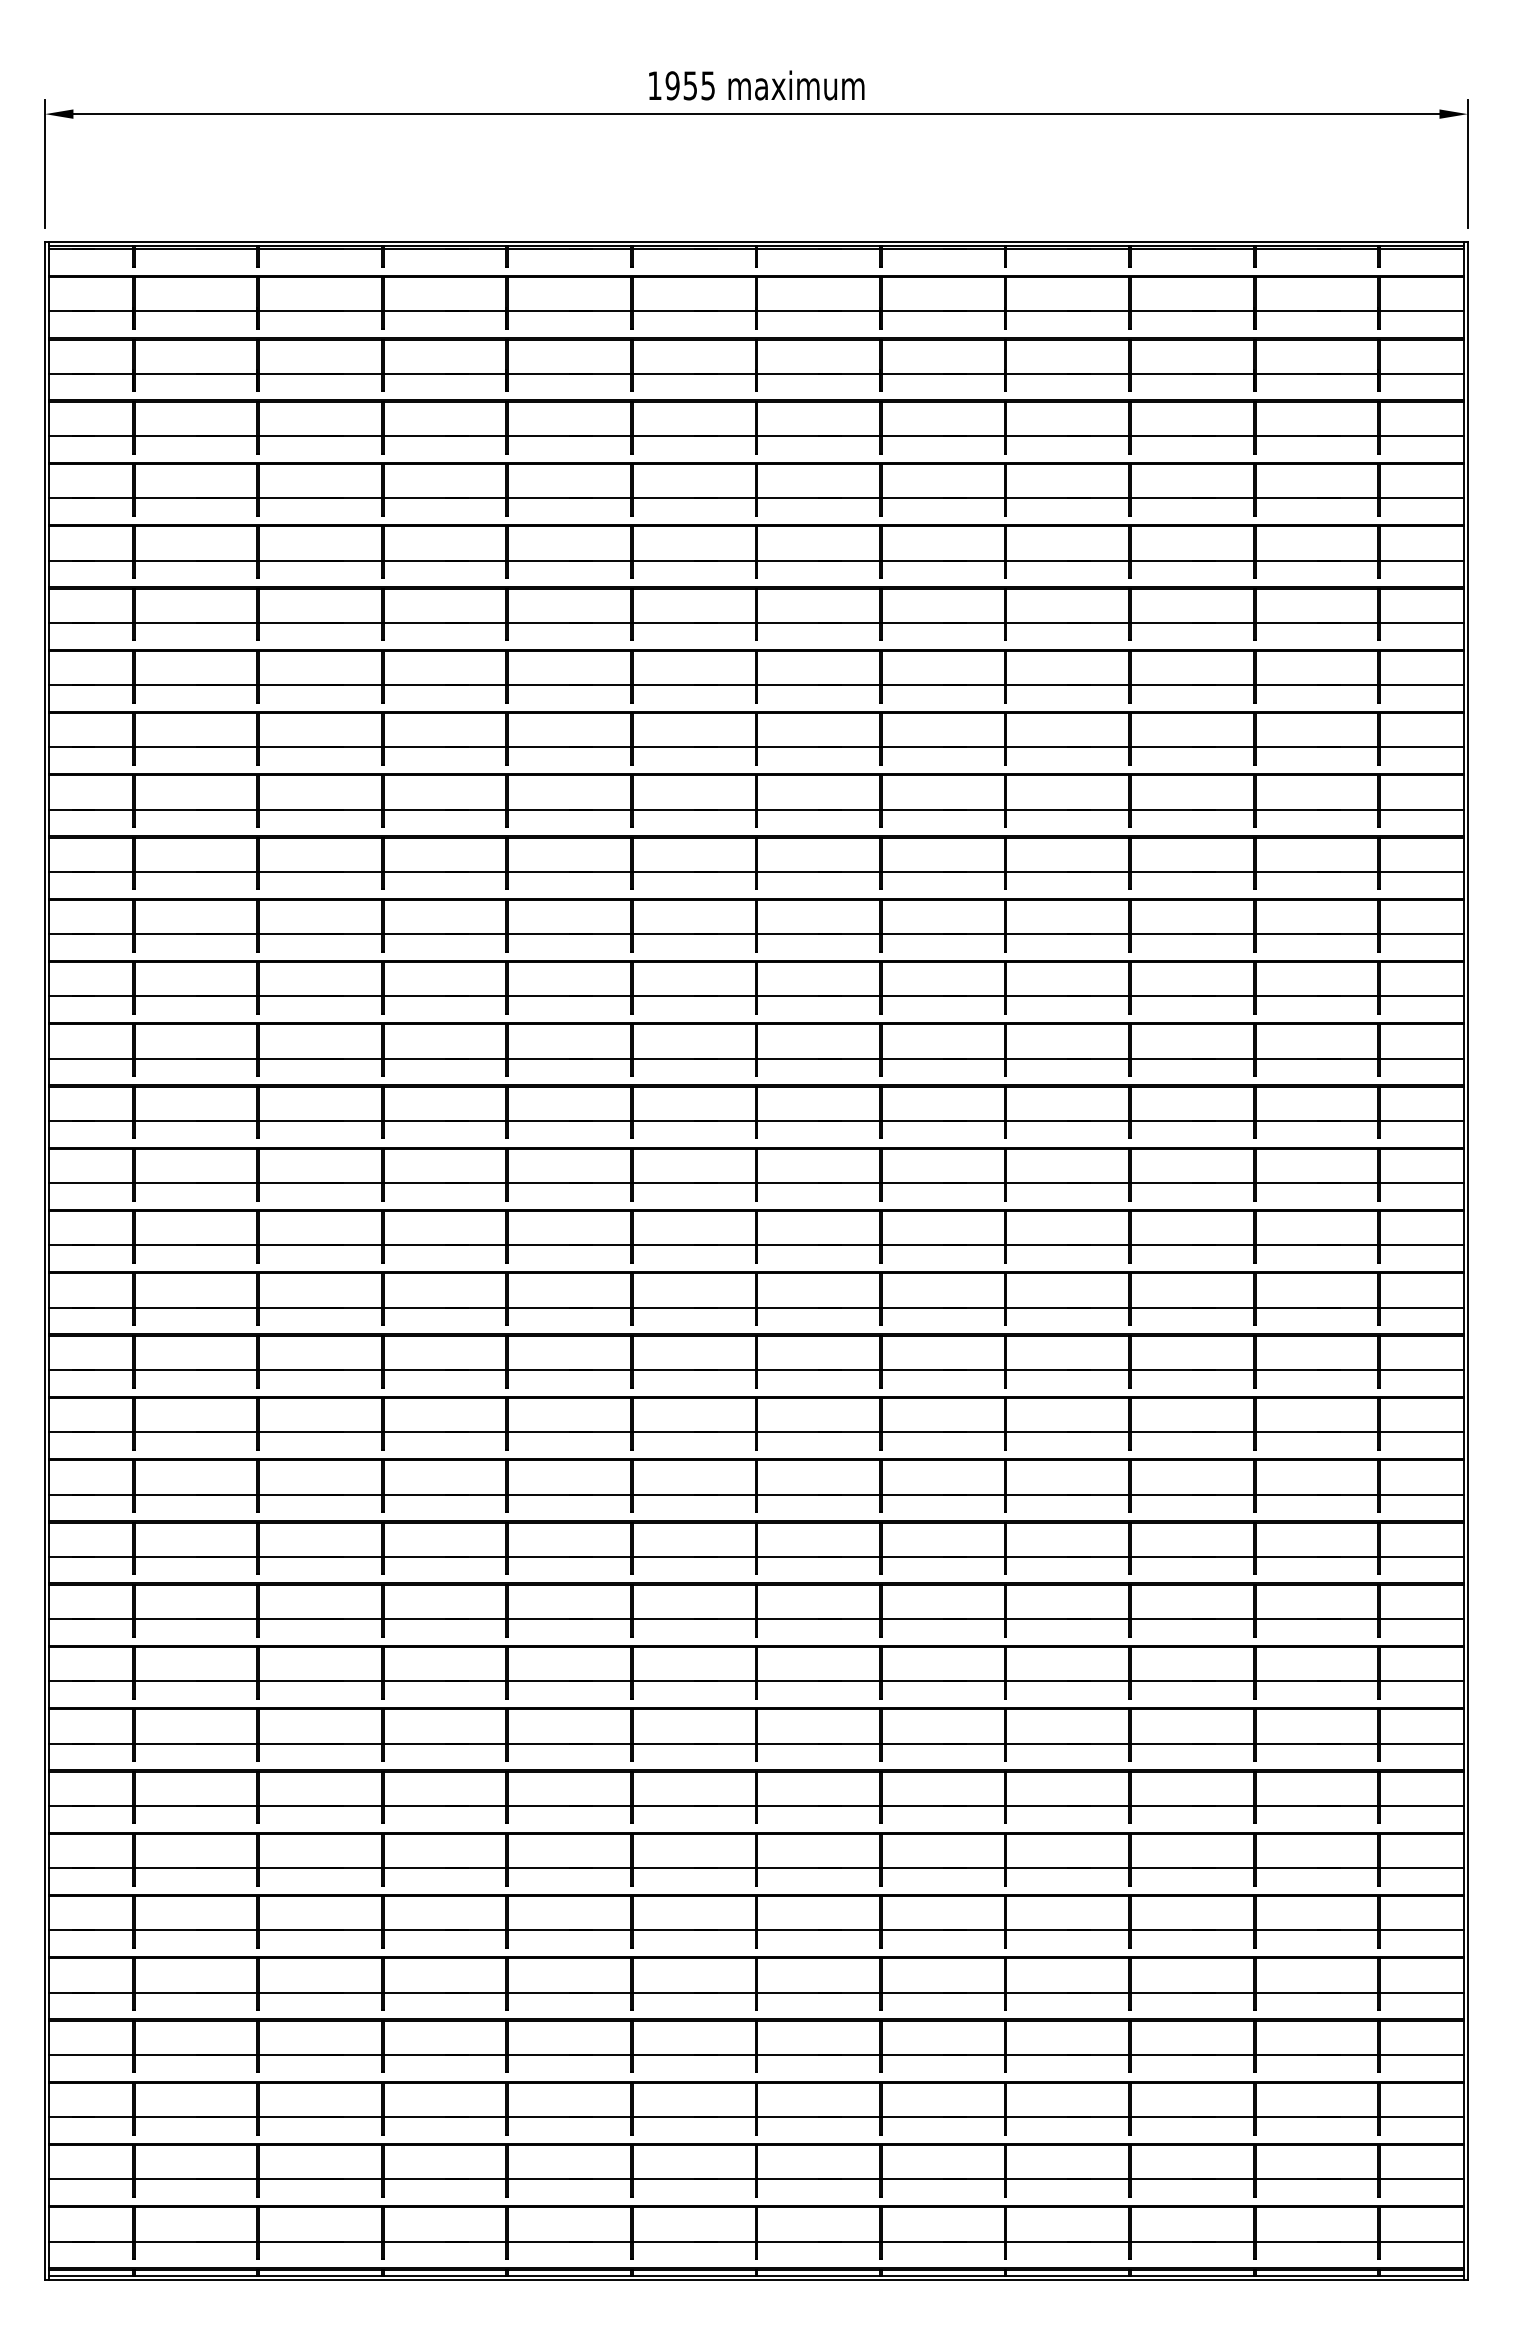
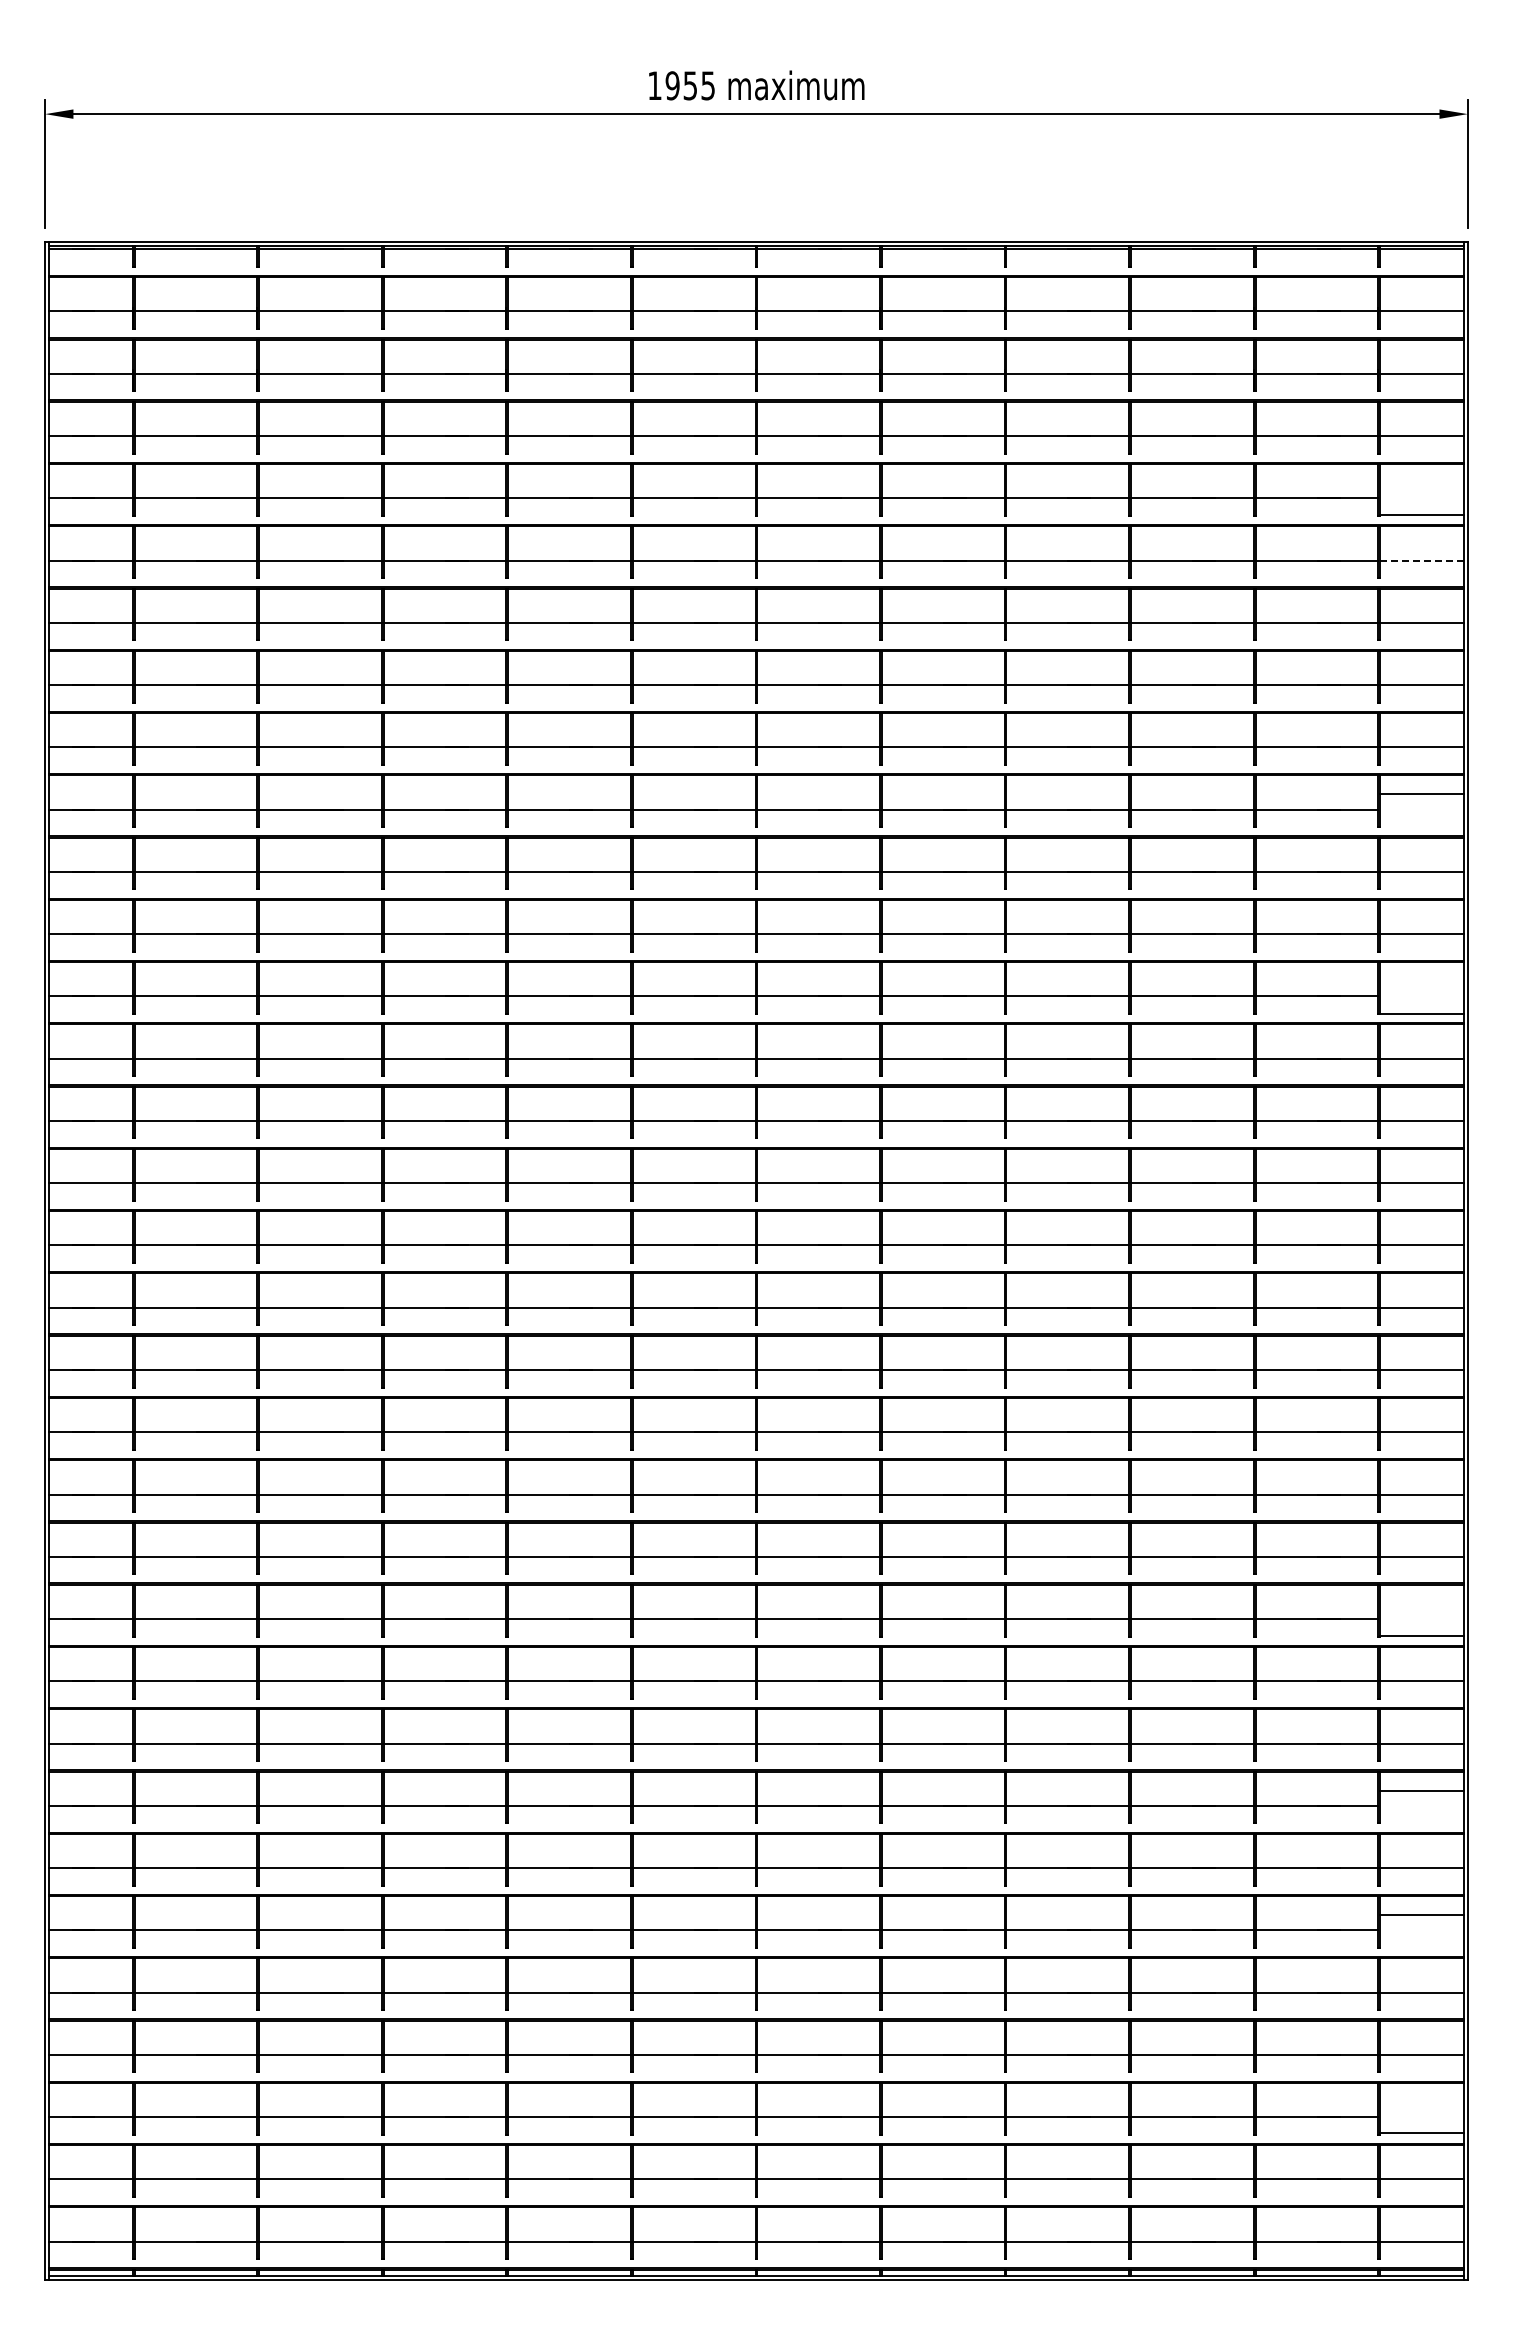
line at (1422, 498) position: (1422, 498) -> (1422, 515)
line at (1422, 560): solid -> dashed
line at (1422, 809) position: (1422, 809) -> (1422, 793)
line at (1422, 996) position: (1422, 996) -> (1422, 1014)
line at (1422, 1619) position: (1422, 1619) -> (1422, 1636)
line at (1422, 1805) position: (1422, 1805) -> (1422, 1790)
line at (1422, 1930) position: (1422, 1930) -> (1422, 1915)
line at (1422, 2117) position: (1422, 2117) -> (1422, 2133)
